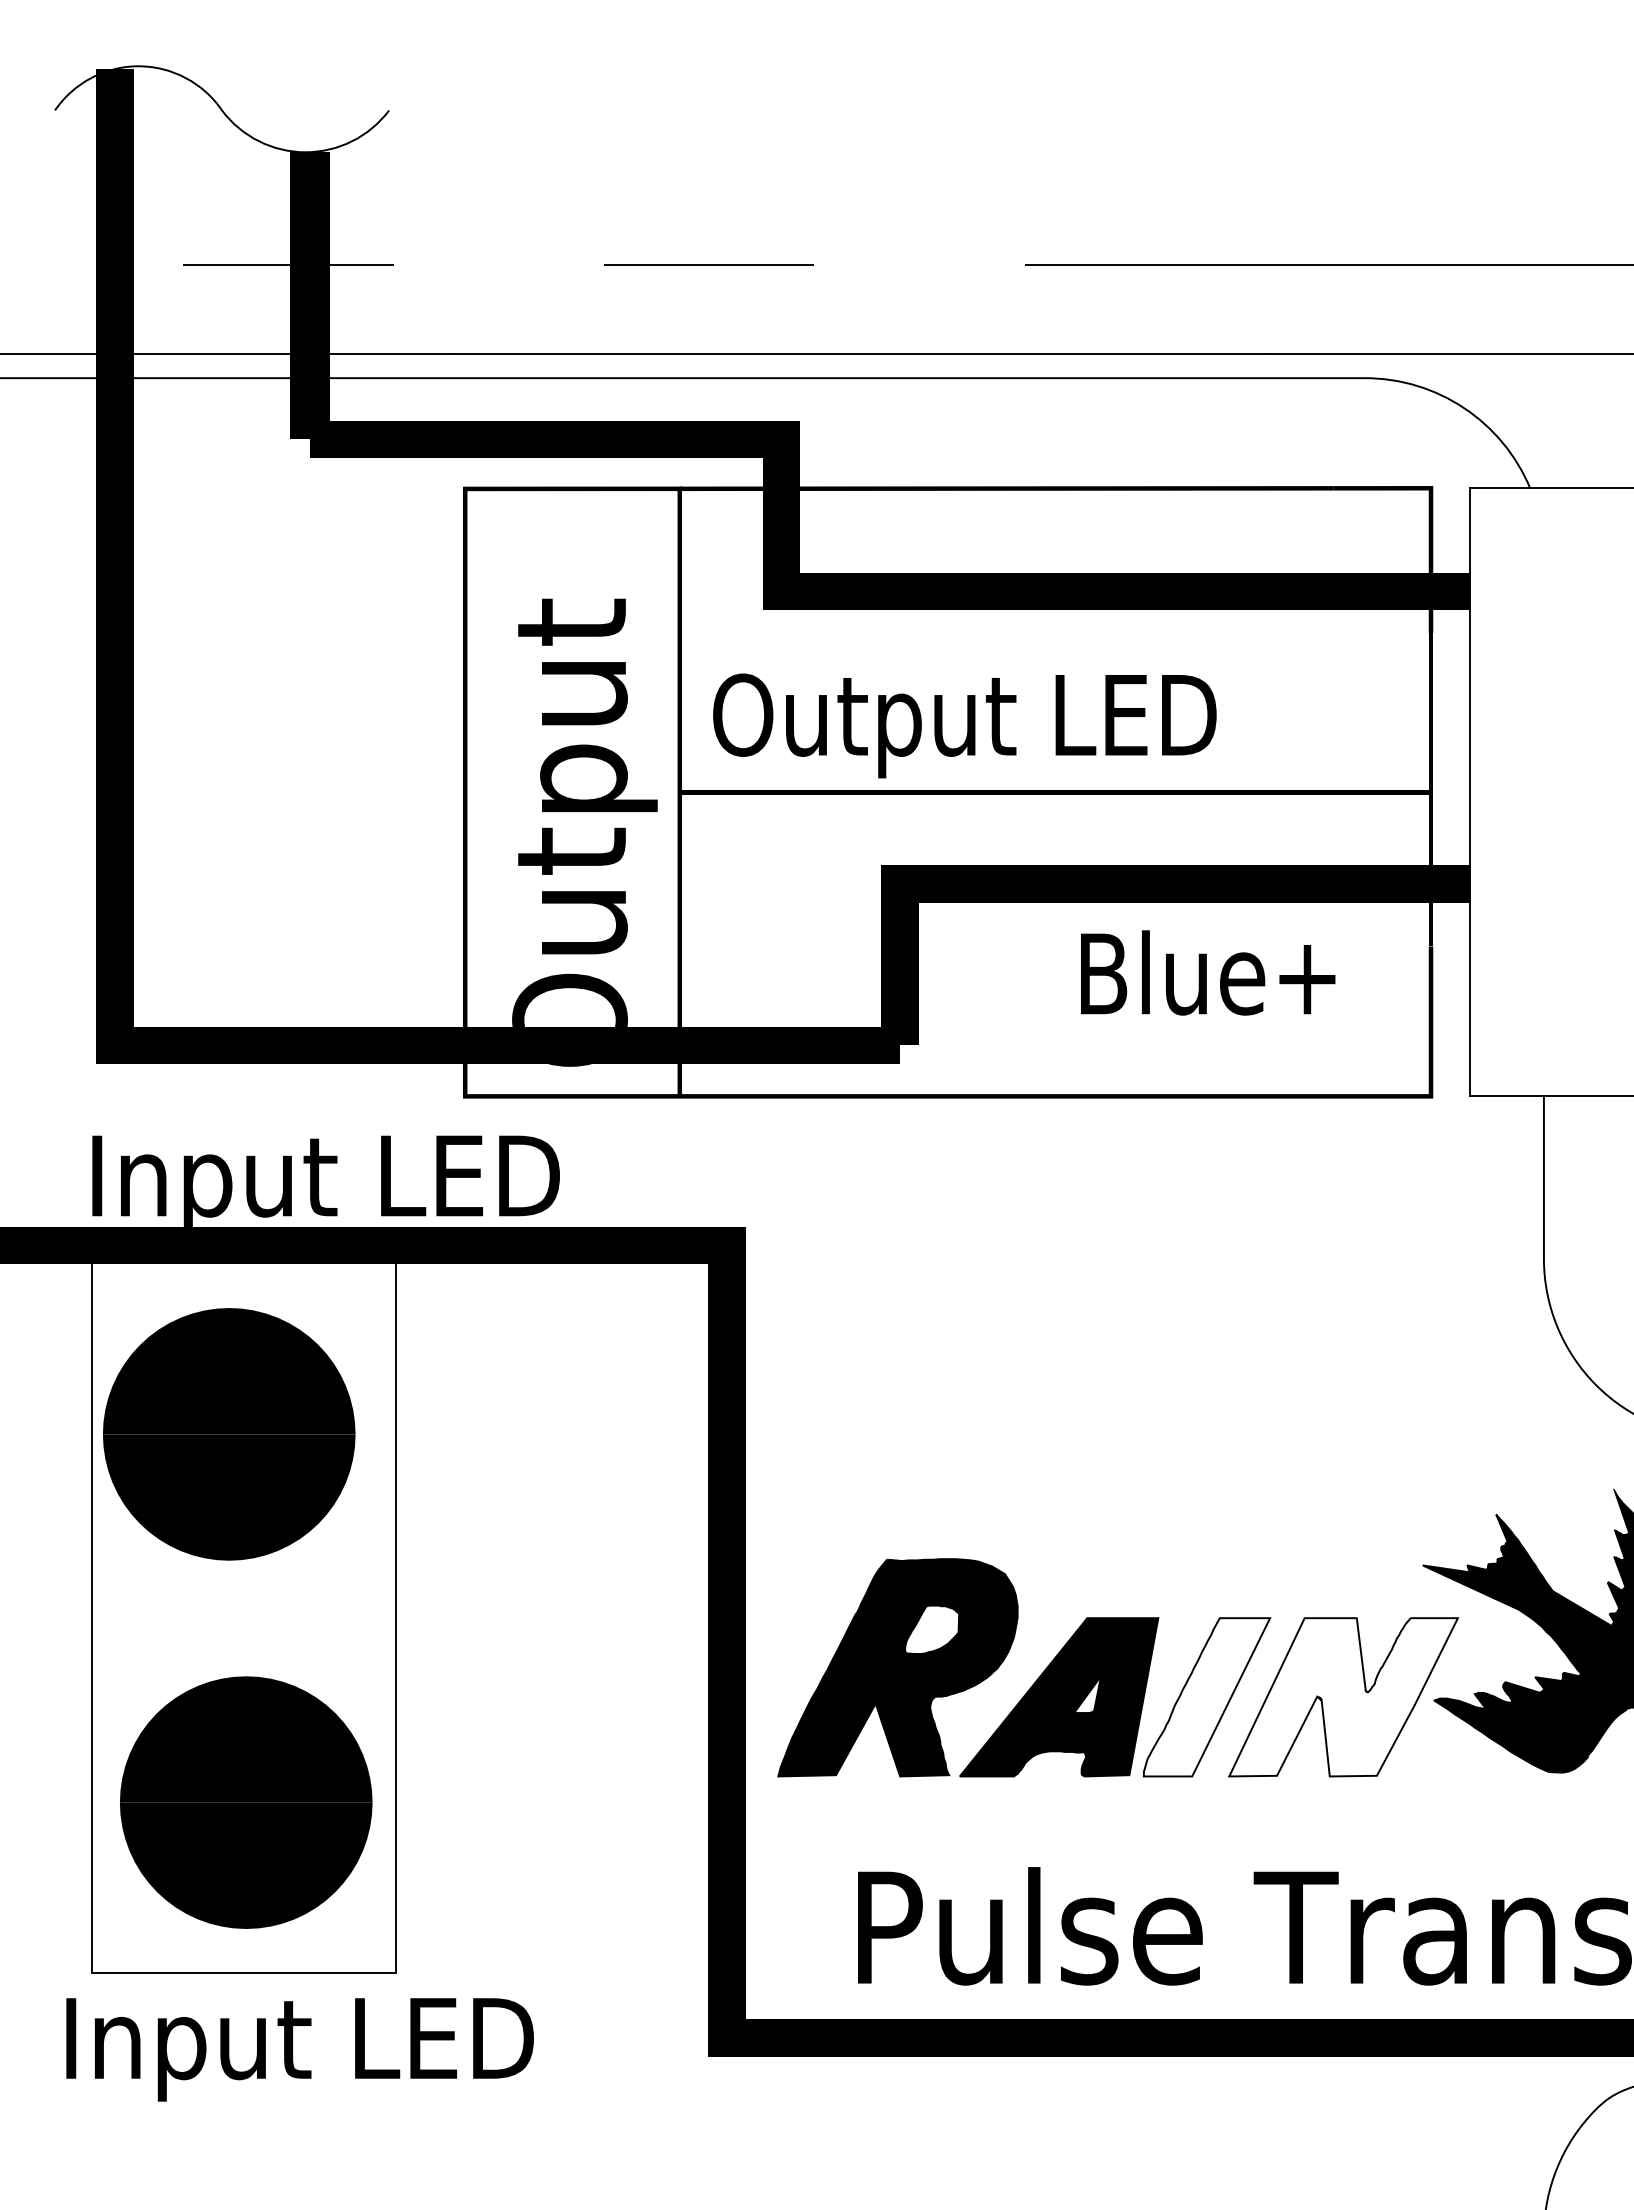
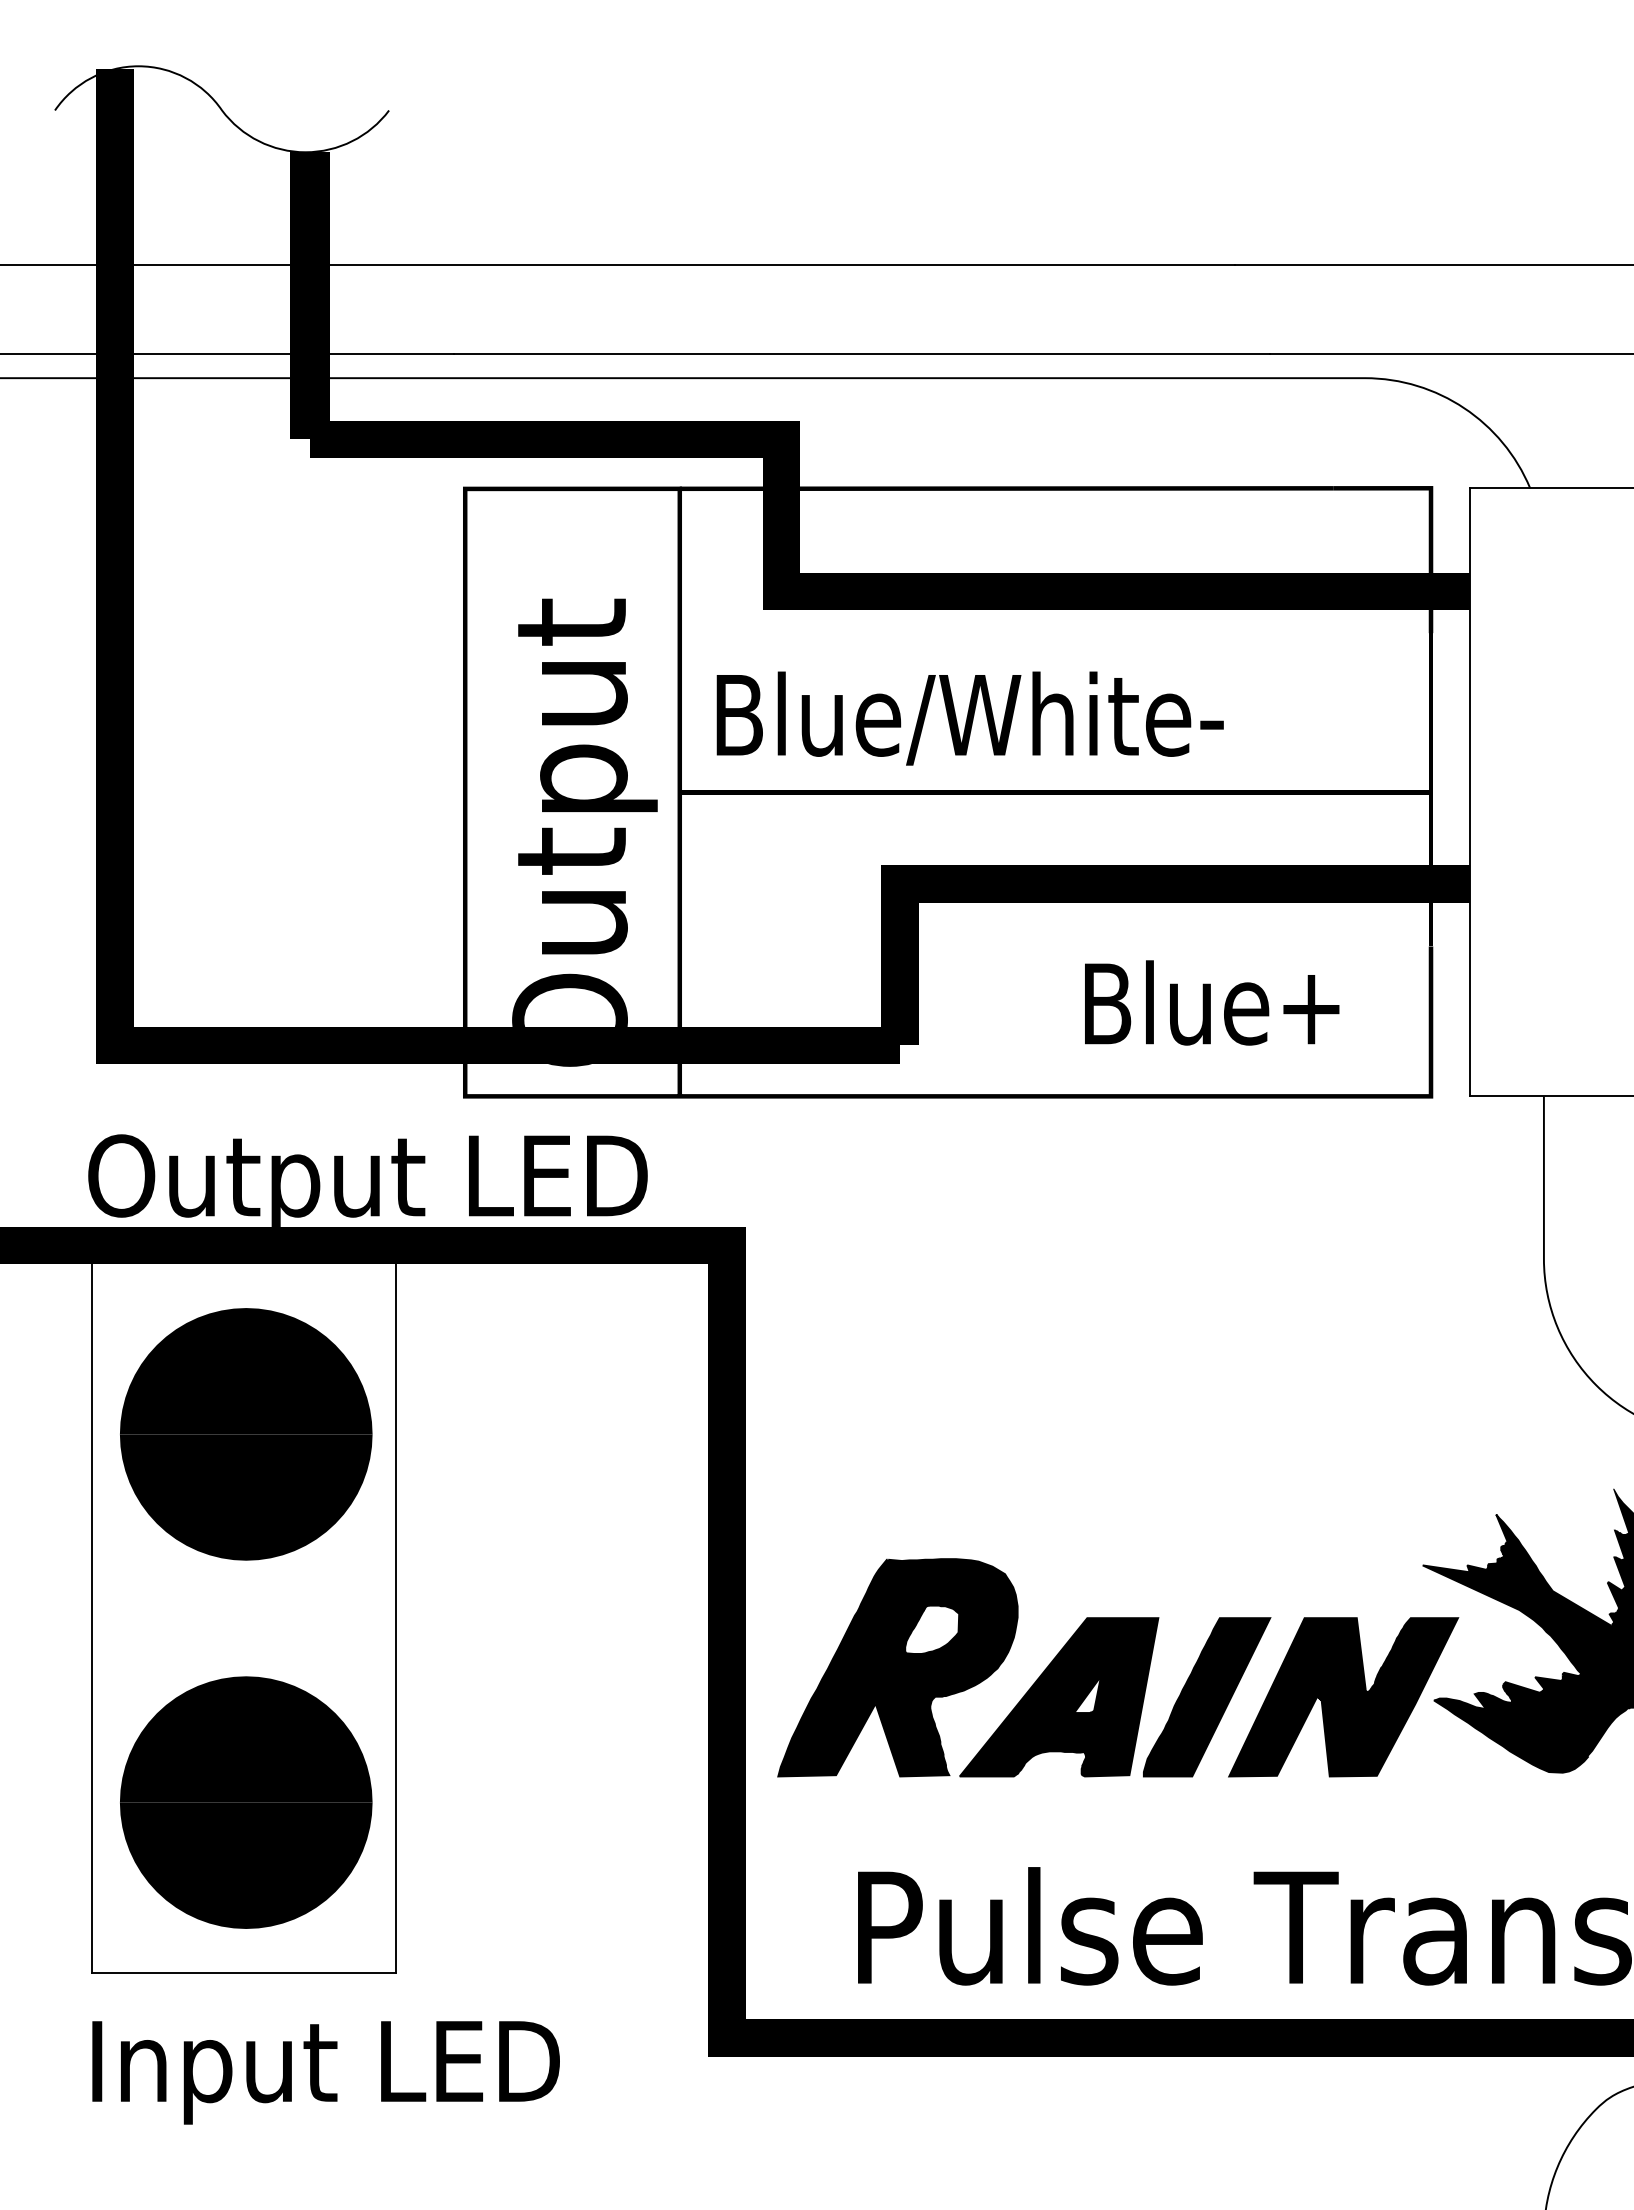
line at (617, 264): dashed -> solid
text at (968, 724): Output LED -> Blue/White-
text at (1208, 972) position: (1208, 972) -> (1212, 1002)
text at (367, 1180): Input LED -> Output LED
part at (229, 1434) position: (229, 1434) -> (246, 1434)
fill at (1206, 1697): none -> present
fill at (1343, 1697): none -> present
text at (299, 2049) position: (299, 2049) -> (325, 2072)
